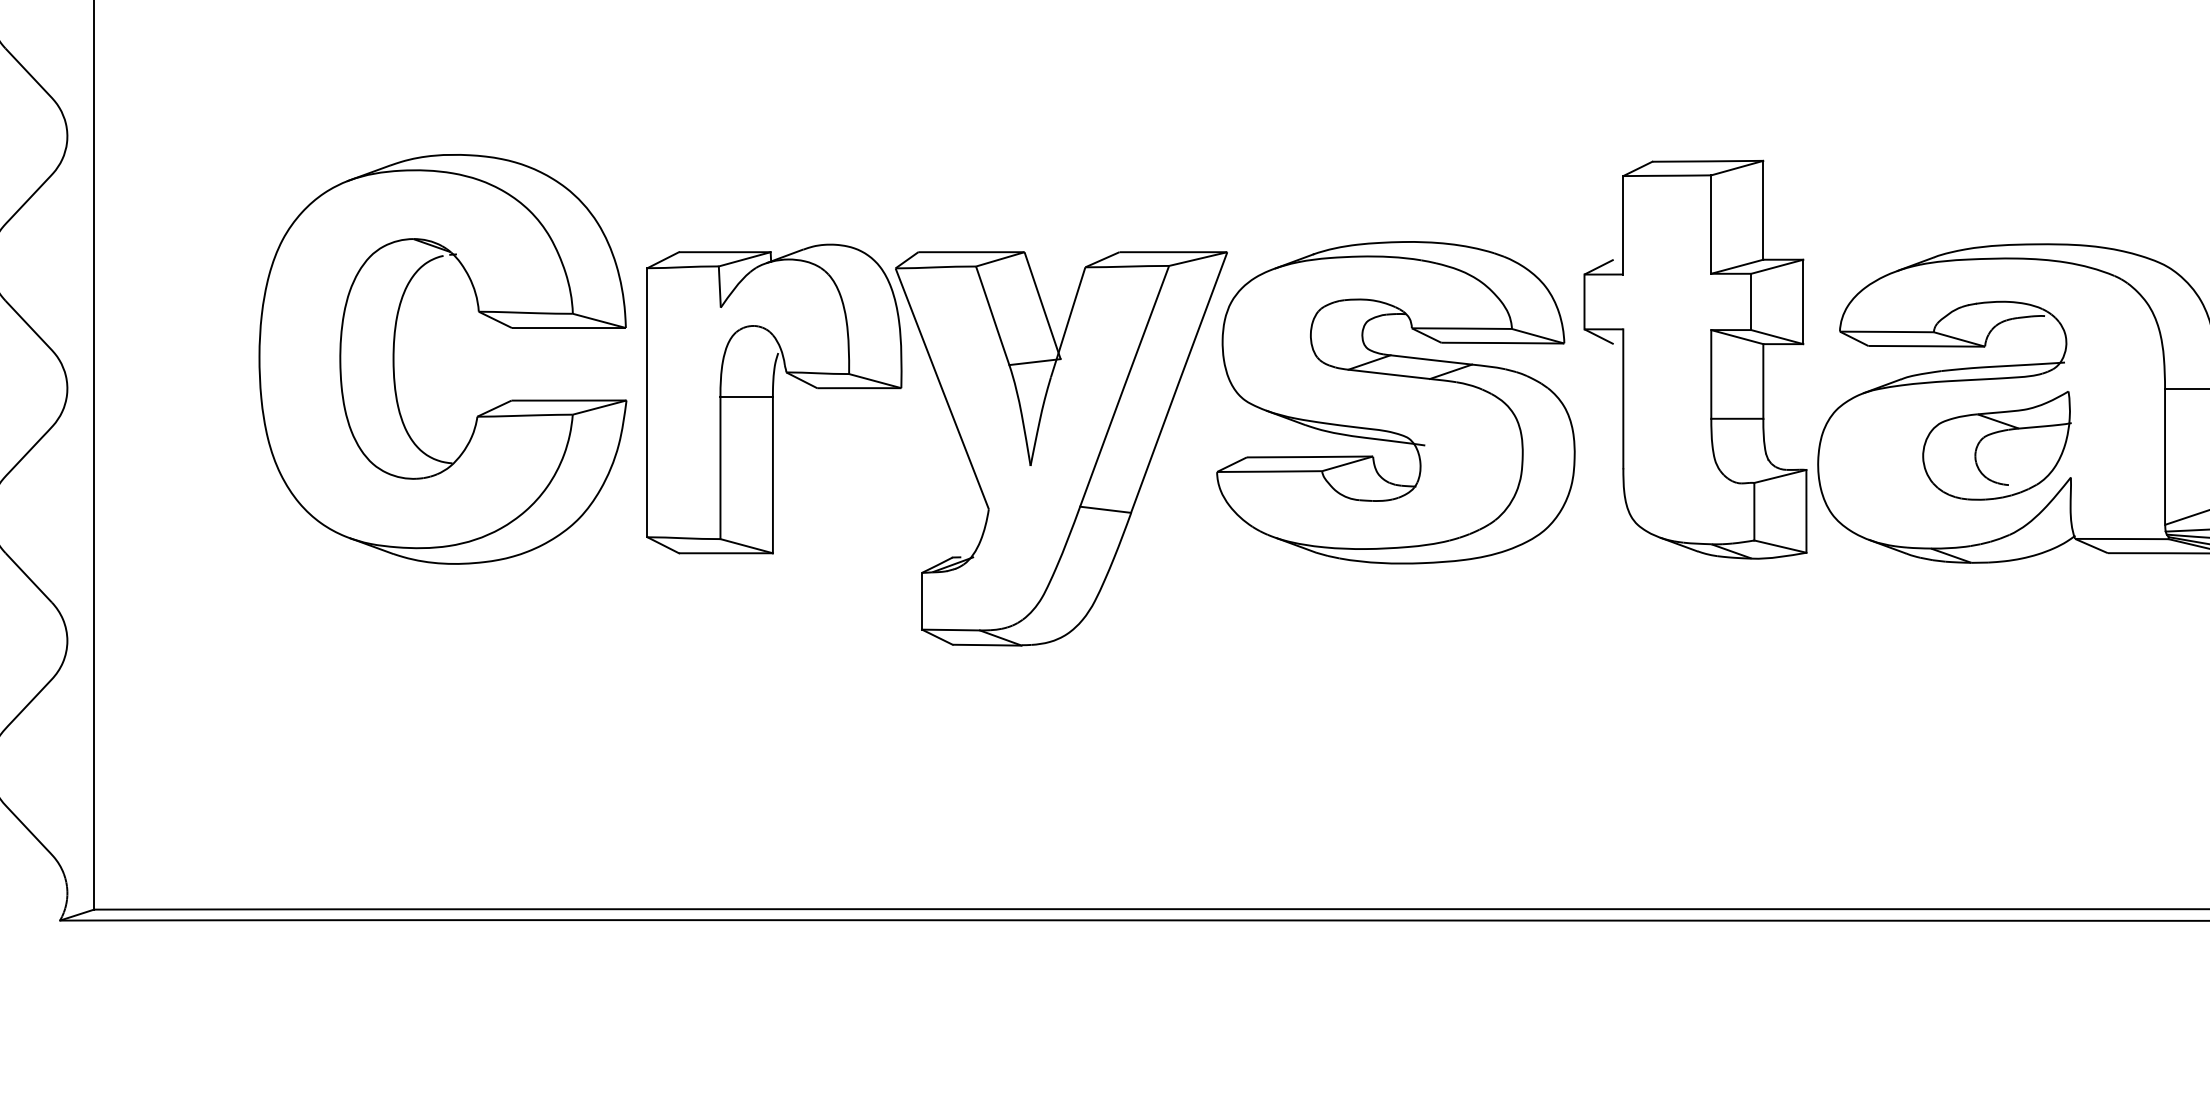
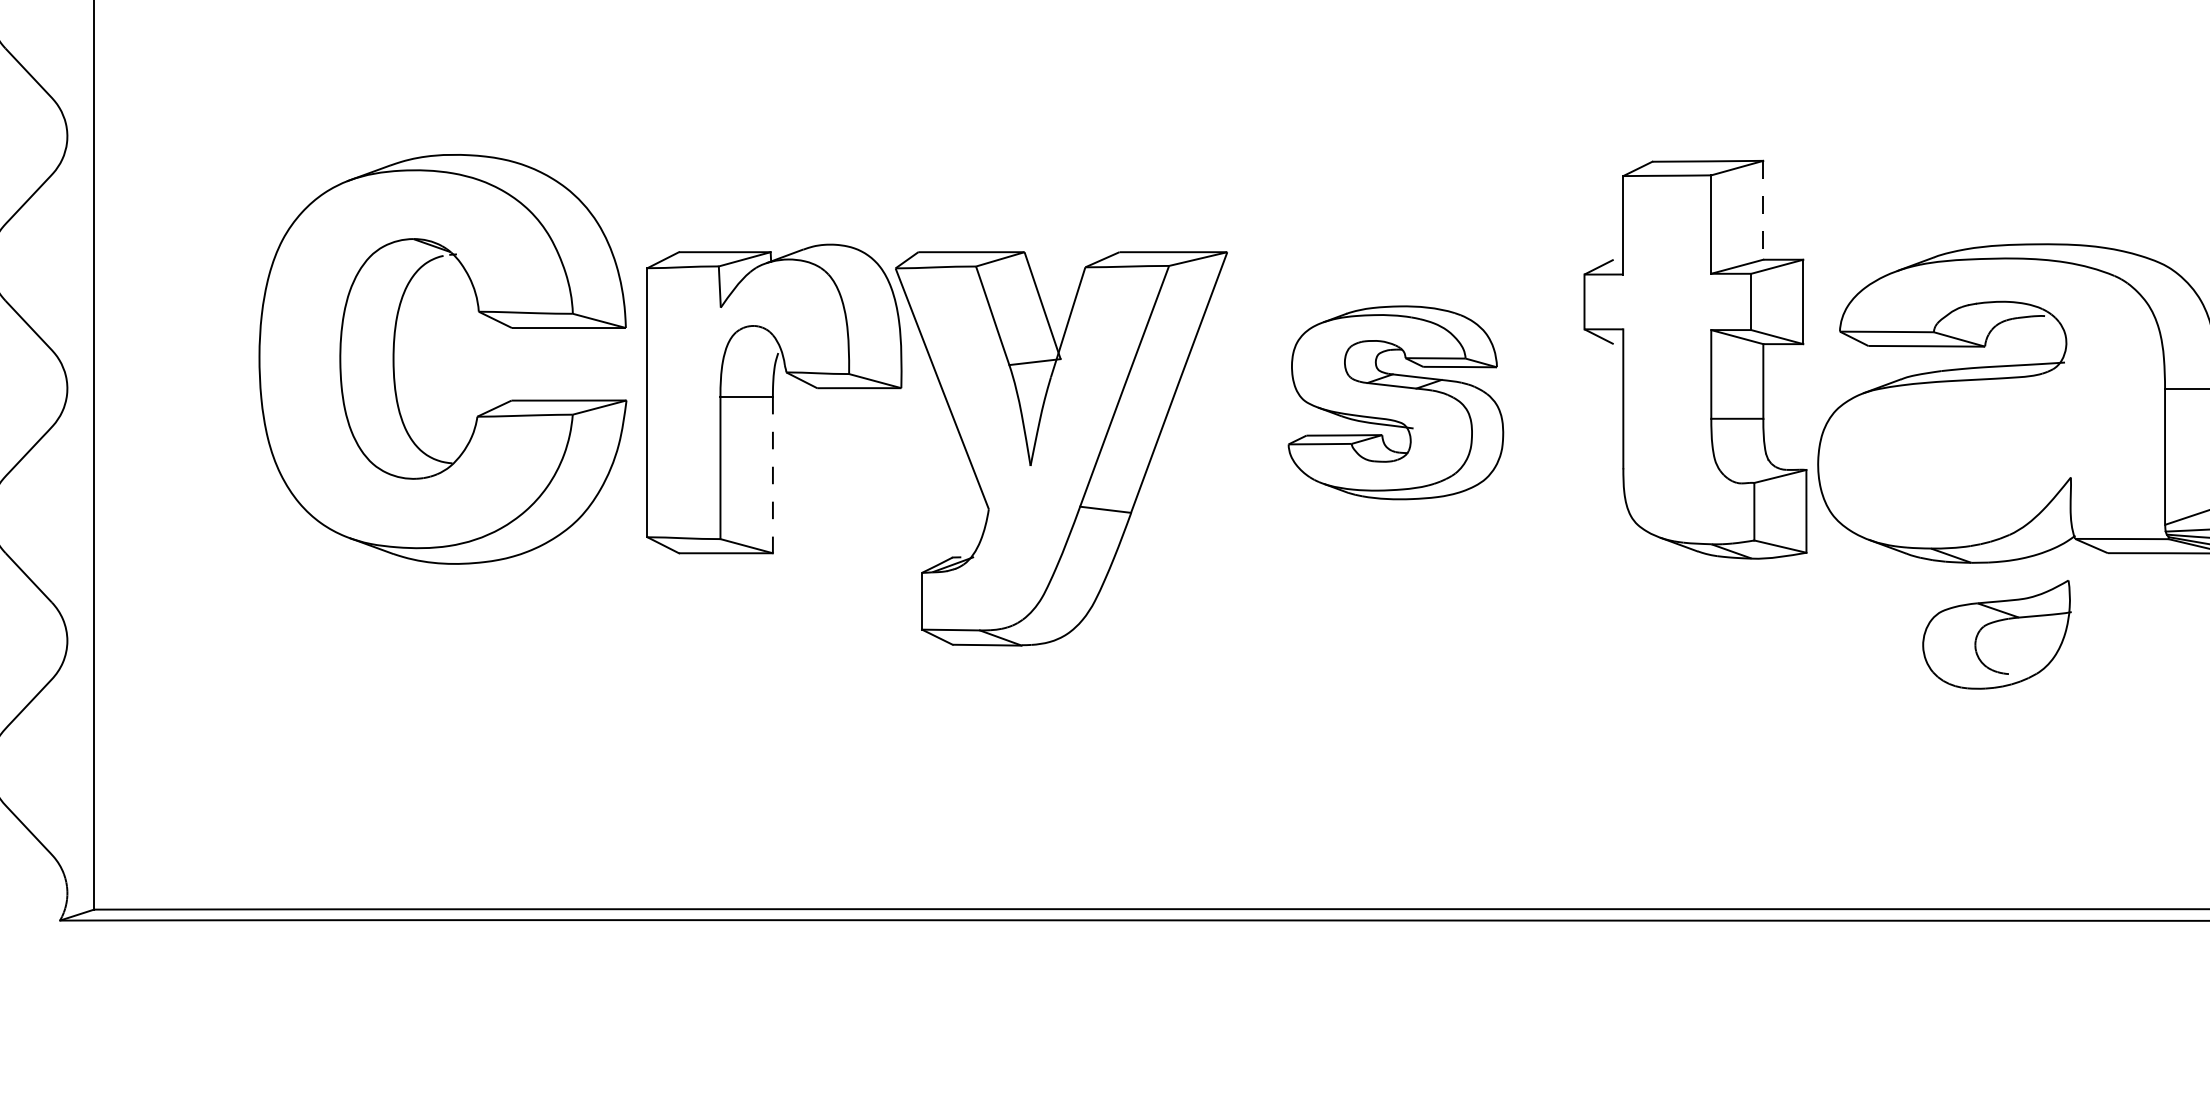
line at (1763, 211): solid -> dashed
part at (1395, 402) size: 360x324 px -> 218x196 px
part at (1996, 445) position: (1996, 445) -> (1996, 634)
line at (772, 475): solid -> dashed
